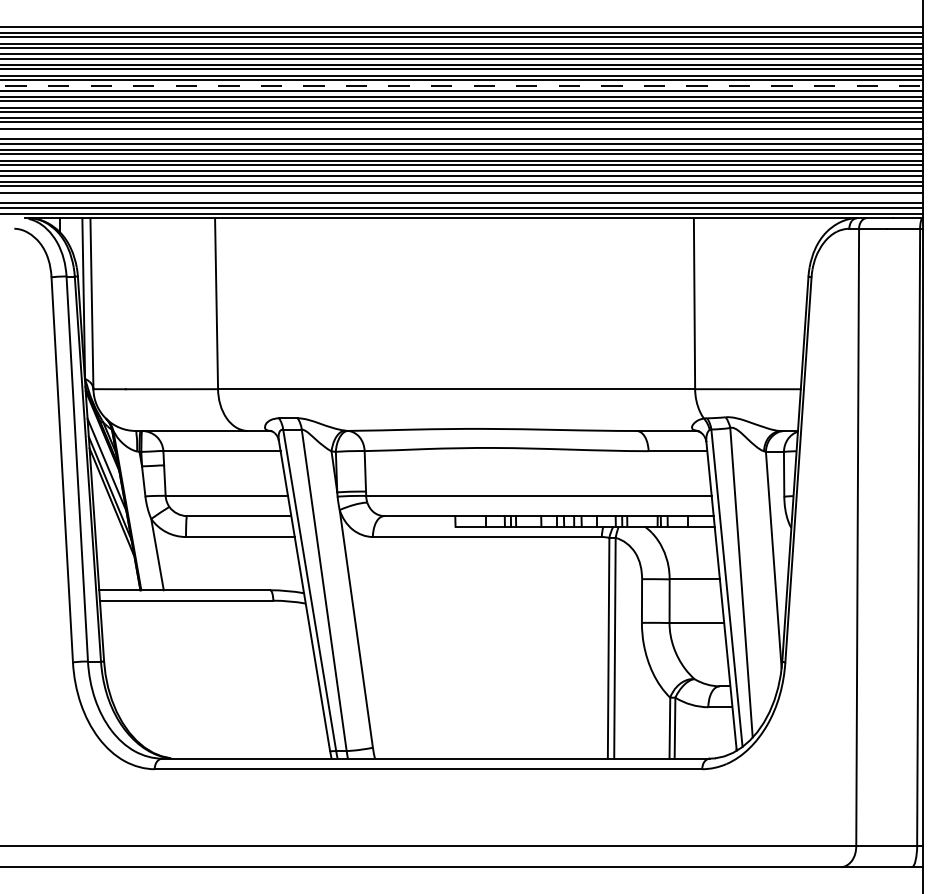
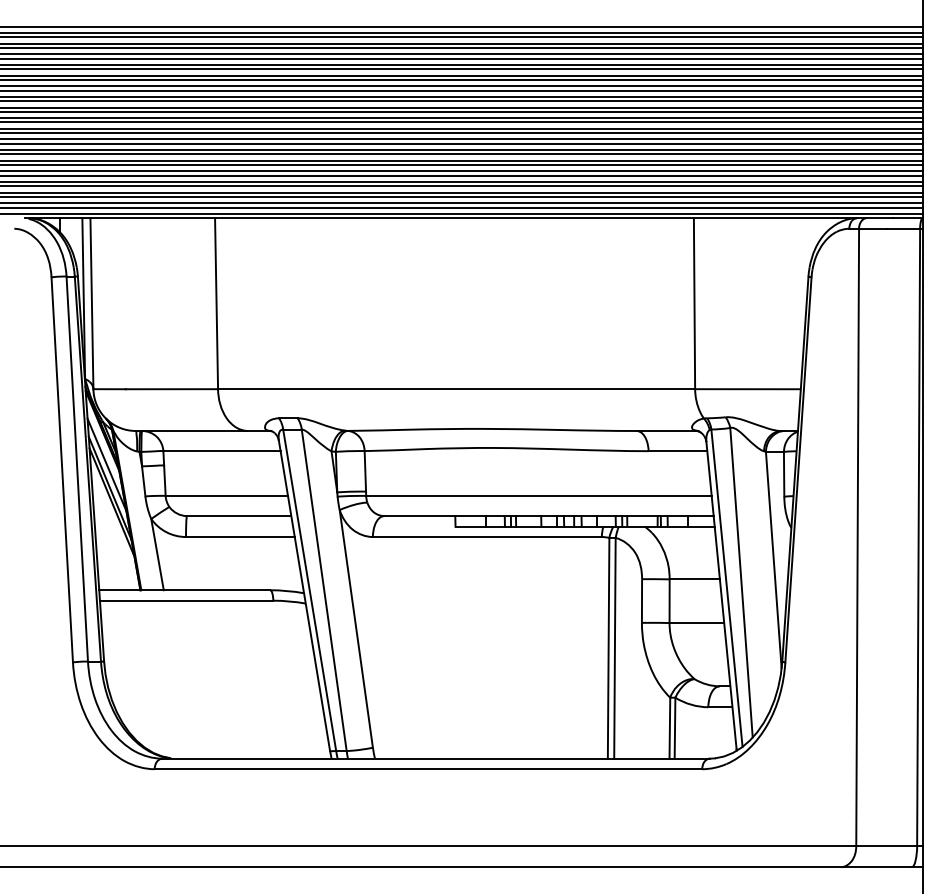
line at (461, 86): dashed -> solid
line at (462, 133): none -> present
line at (462, 196): none -> present
